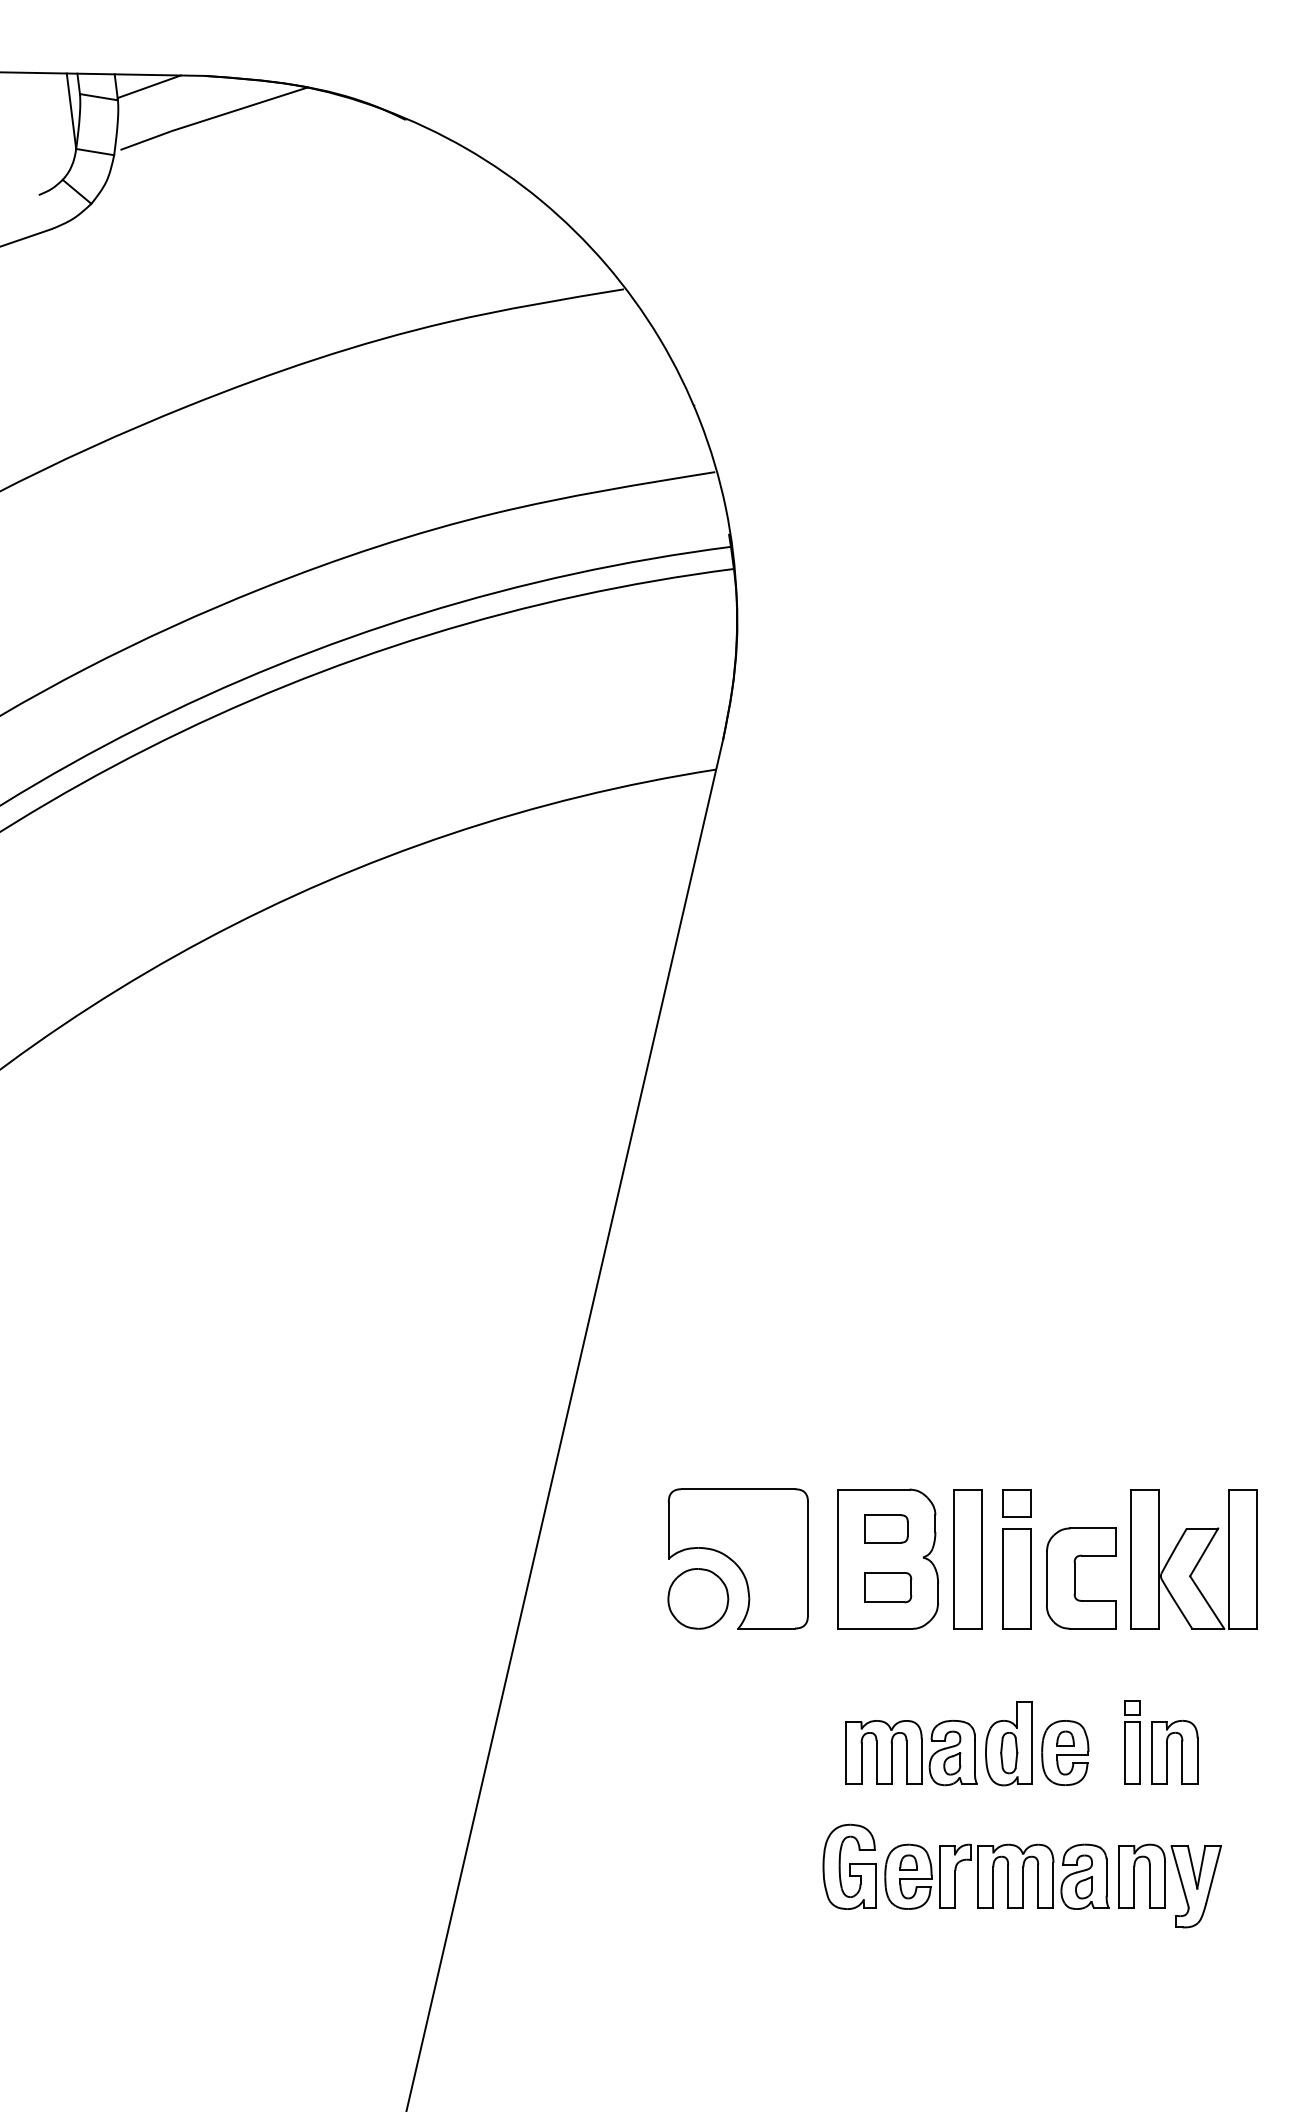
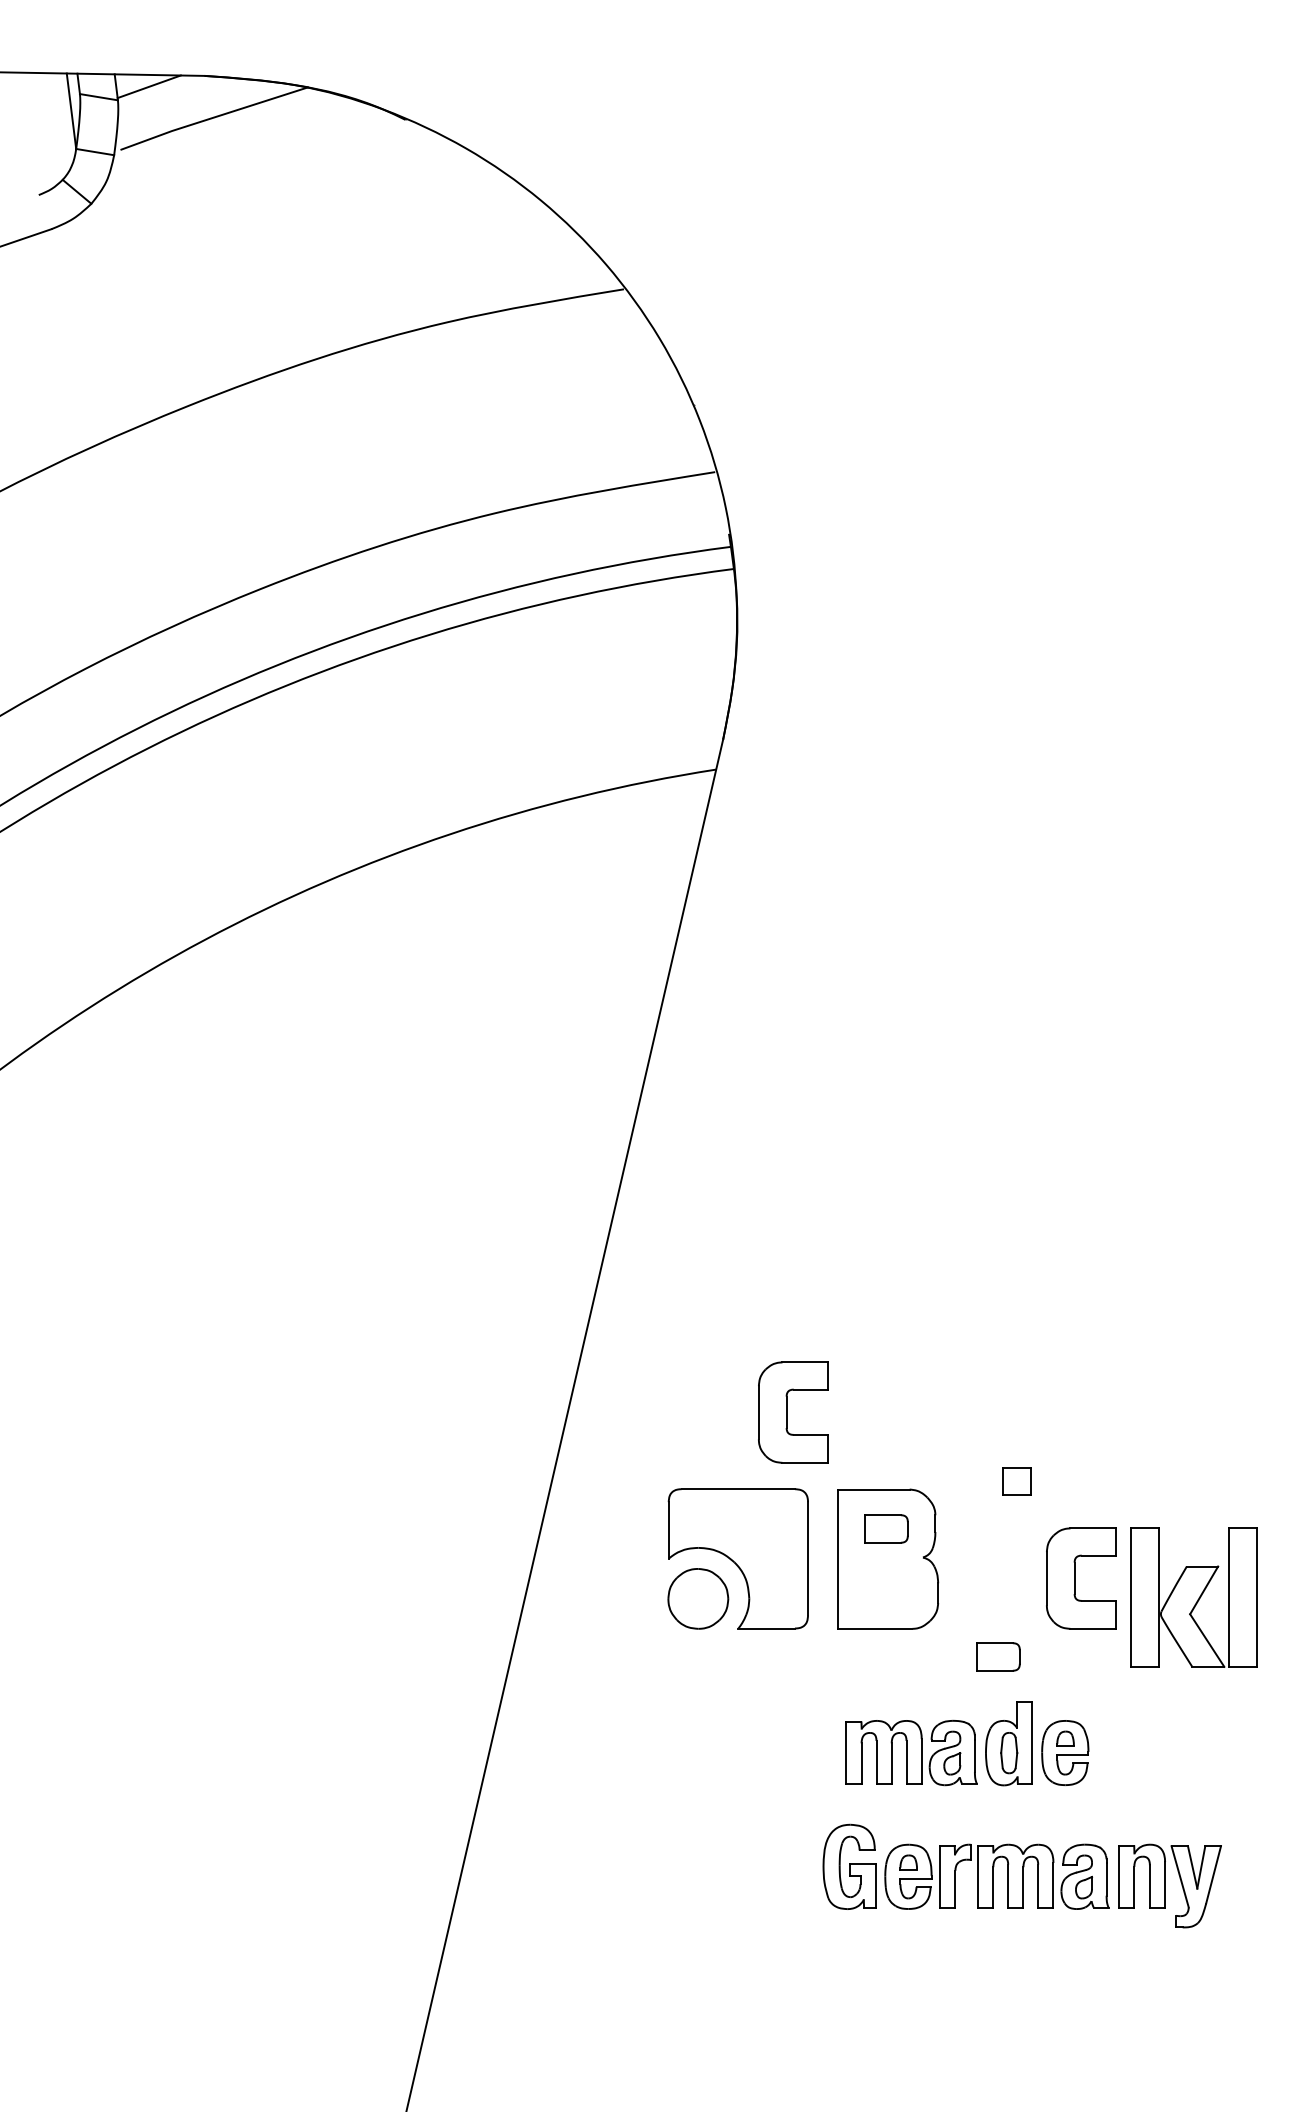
part at (793, 1412): none -> present
part at (1016, 1503) position: (1016, 1503) -> (1016, 1481)
part at (967, 1559): present -> none
part at (1193, 1559) position: (1193, 1559) -> (1193, 1597)
part at (1016, 1578): present -> none
part at (888, 1587): present -> none
part at (998, 1656): none -> present
part at (1132, 1742): present -> none
part at (1167, 1752): present -> none
